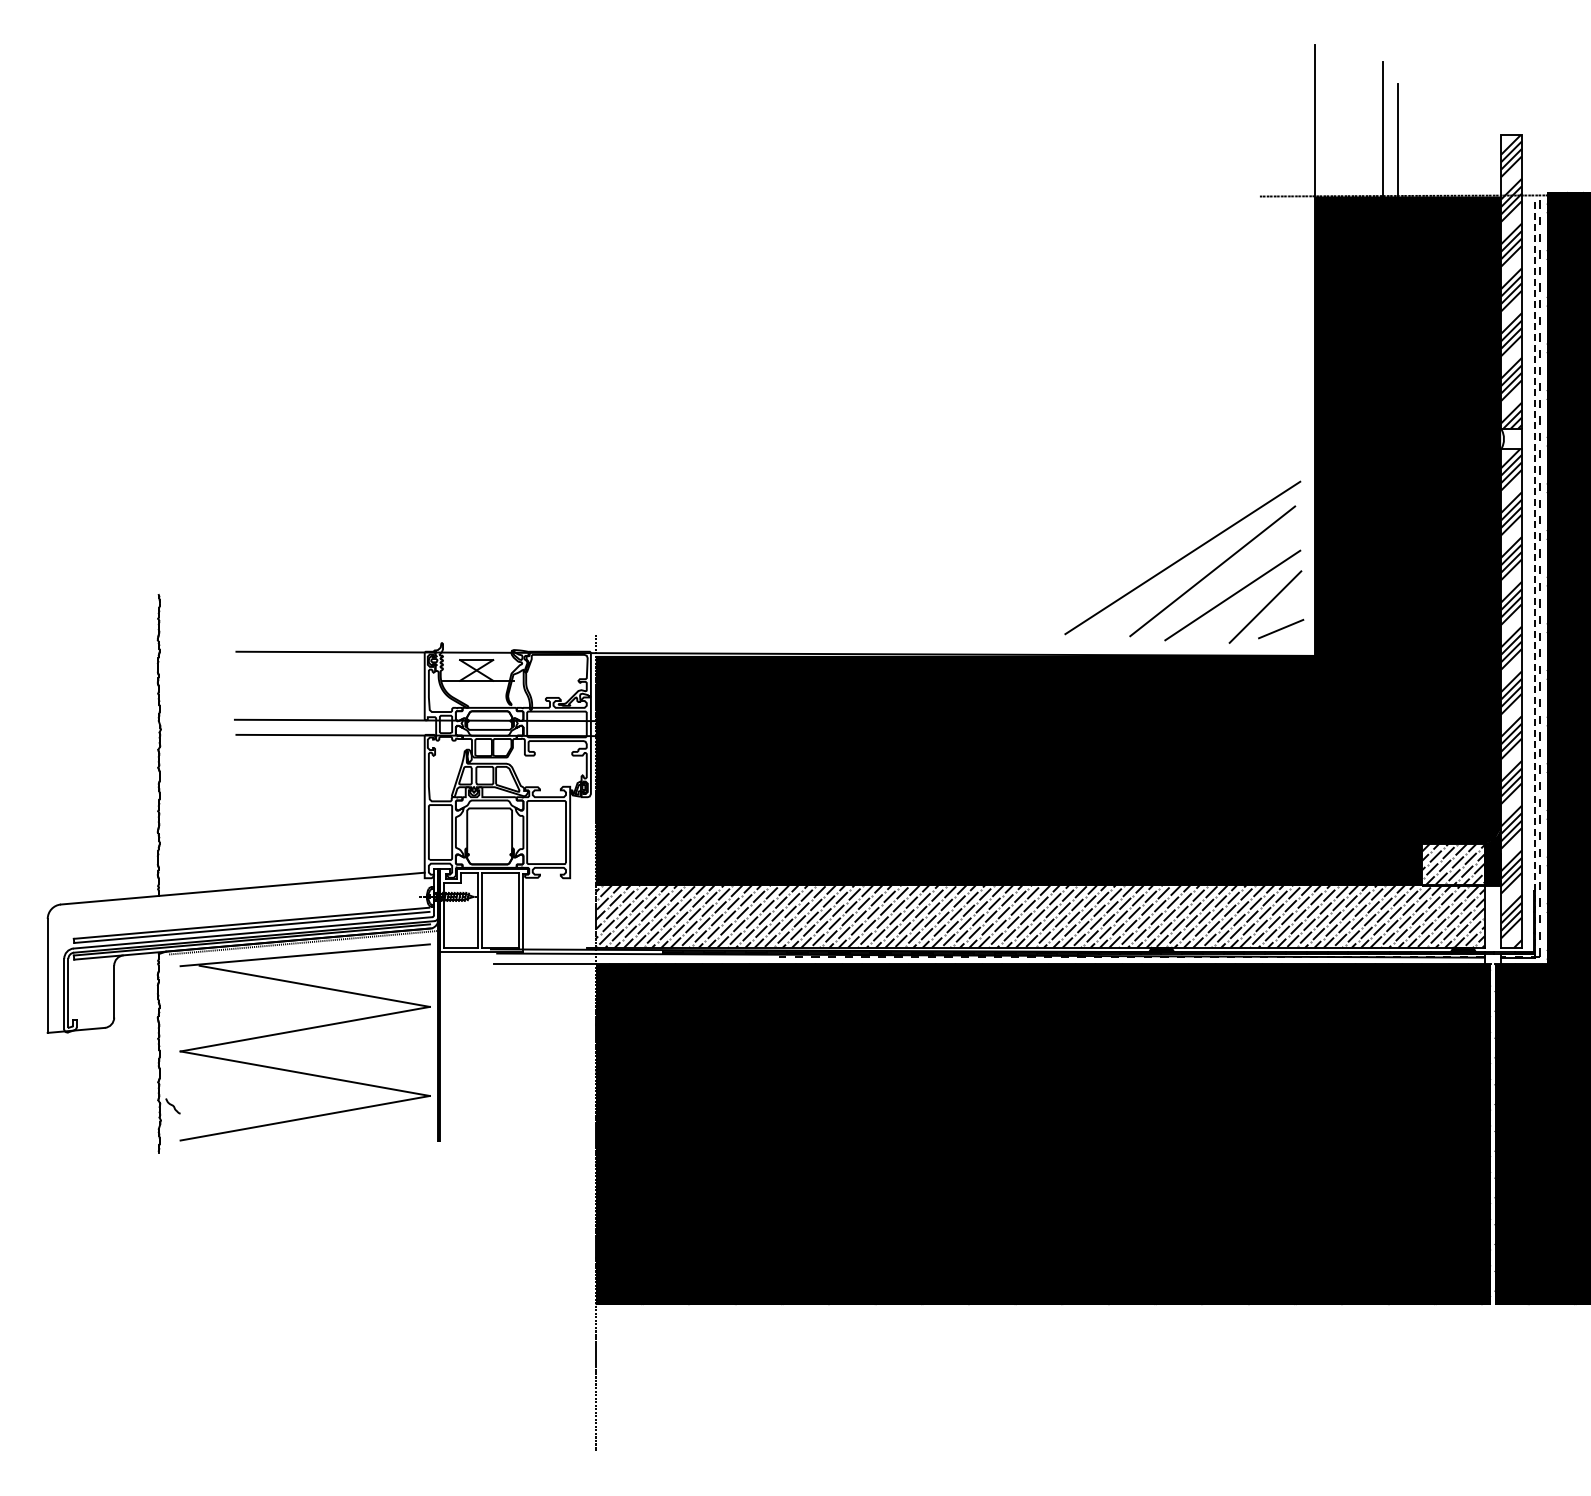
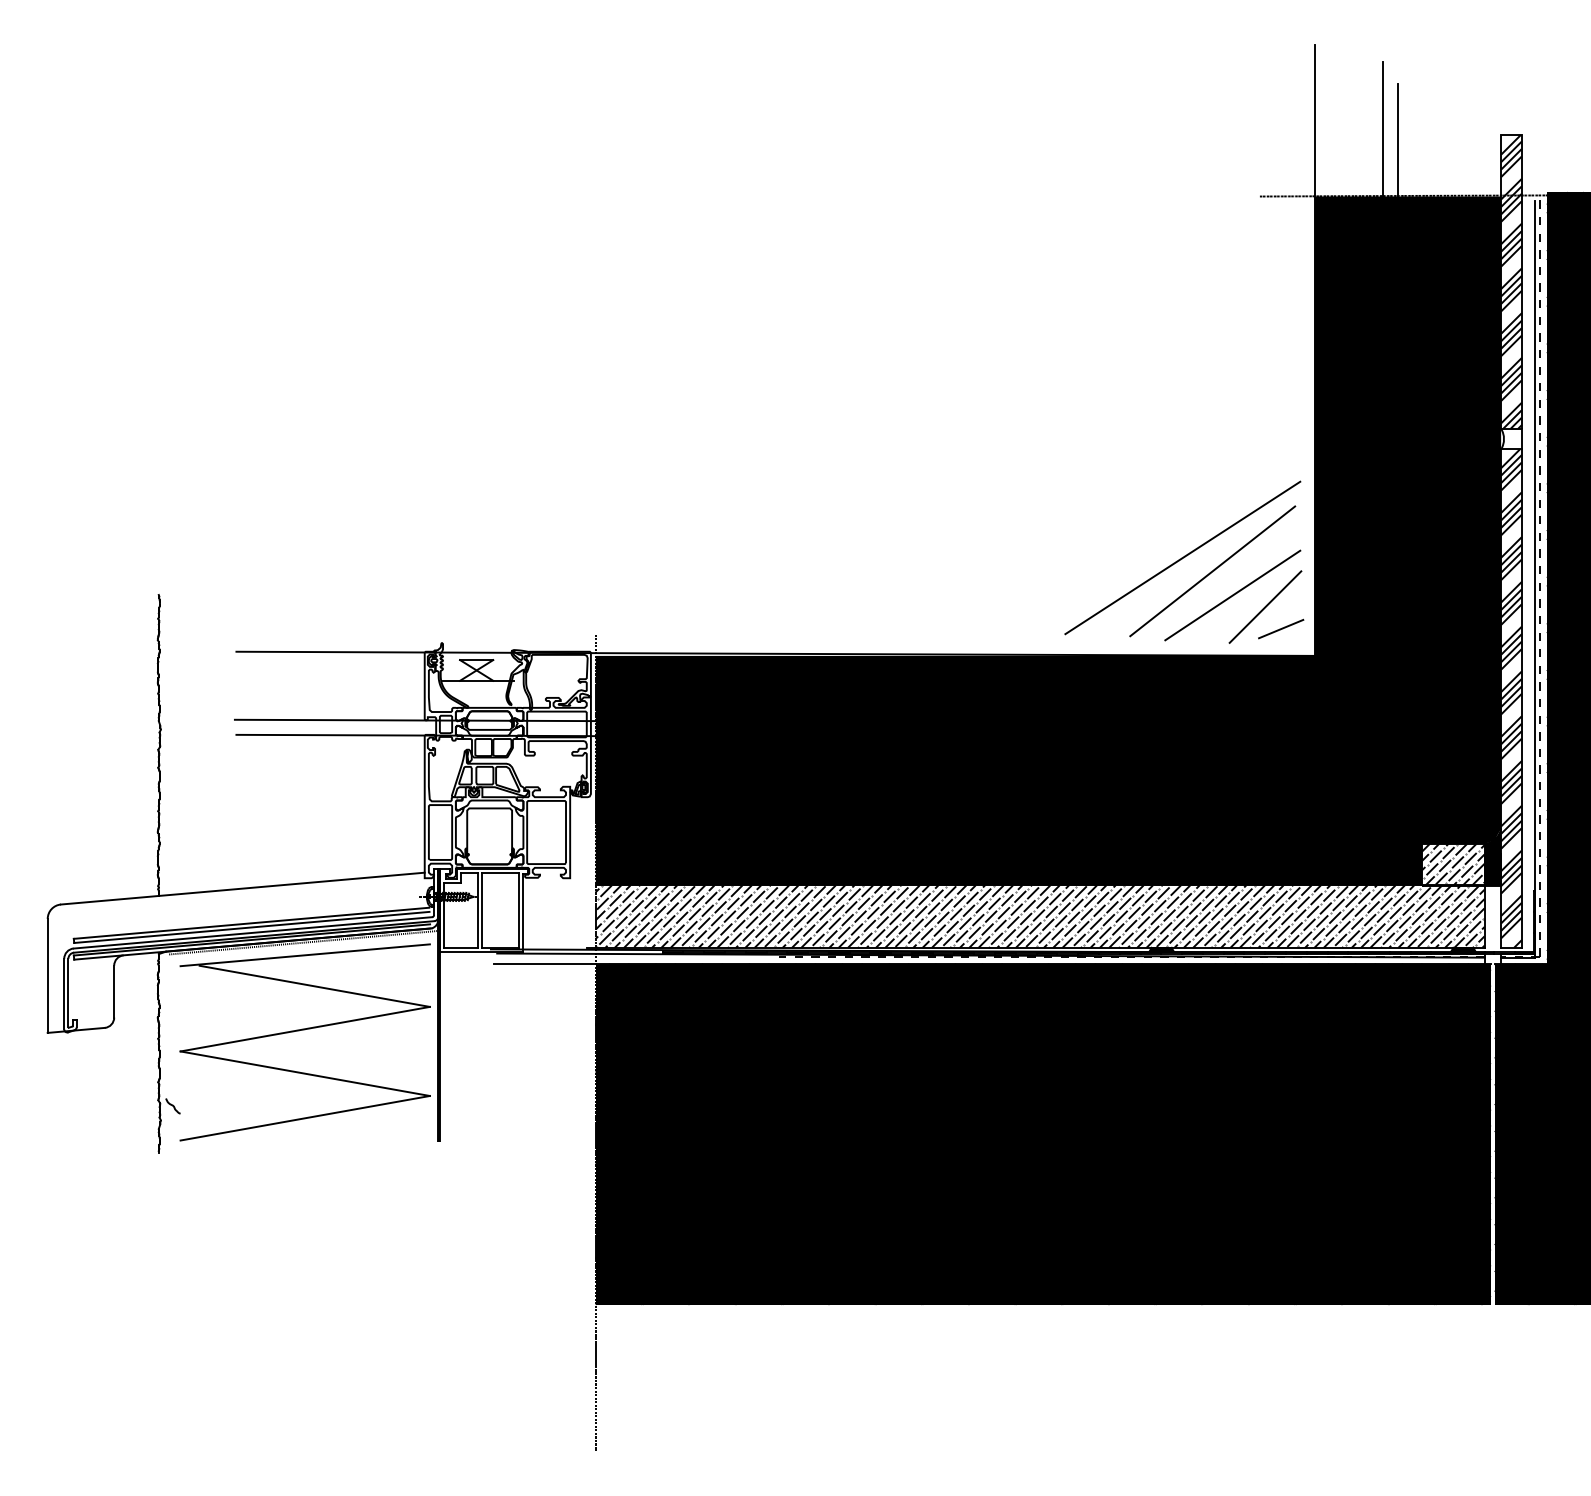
line at (1535, 578): dashed -> solid
